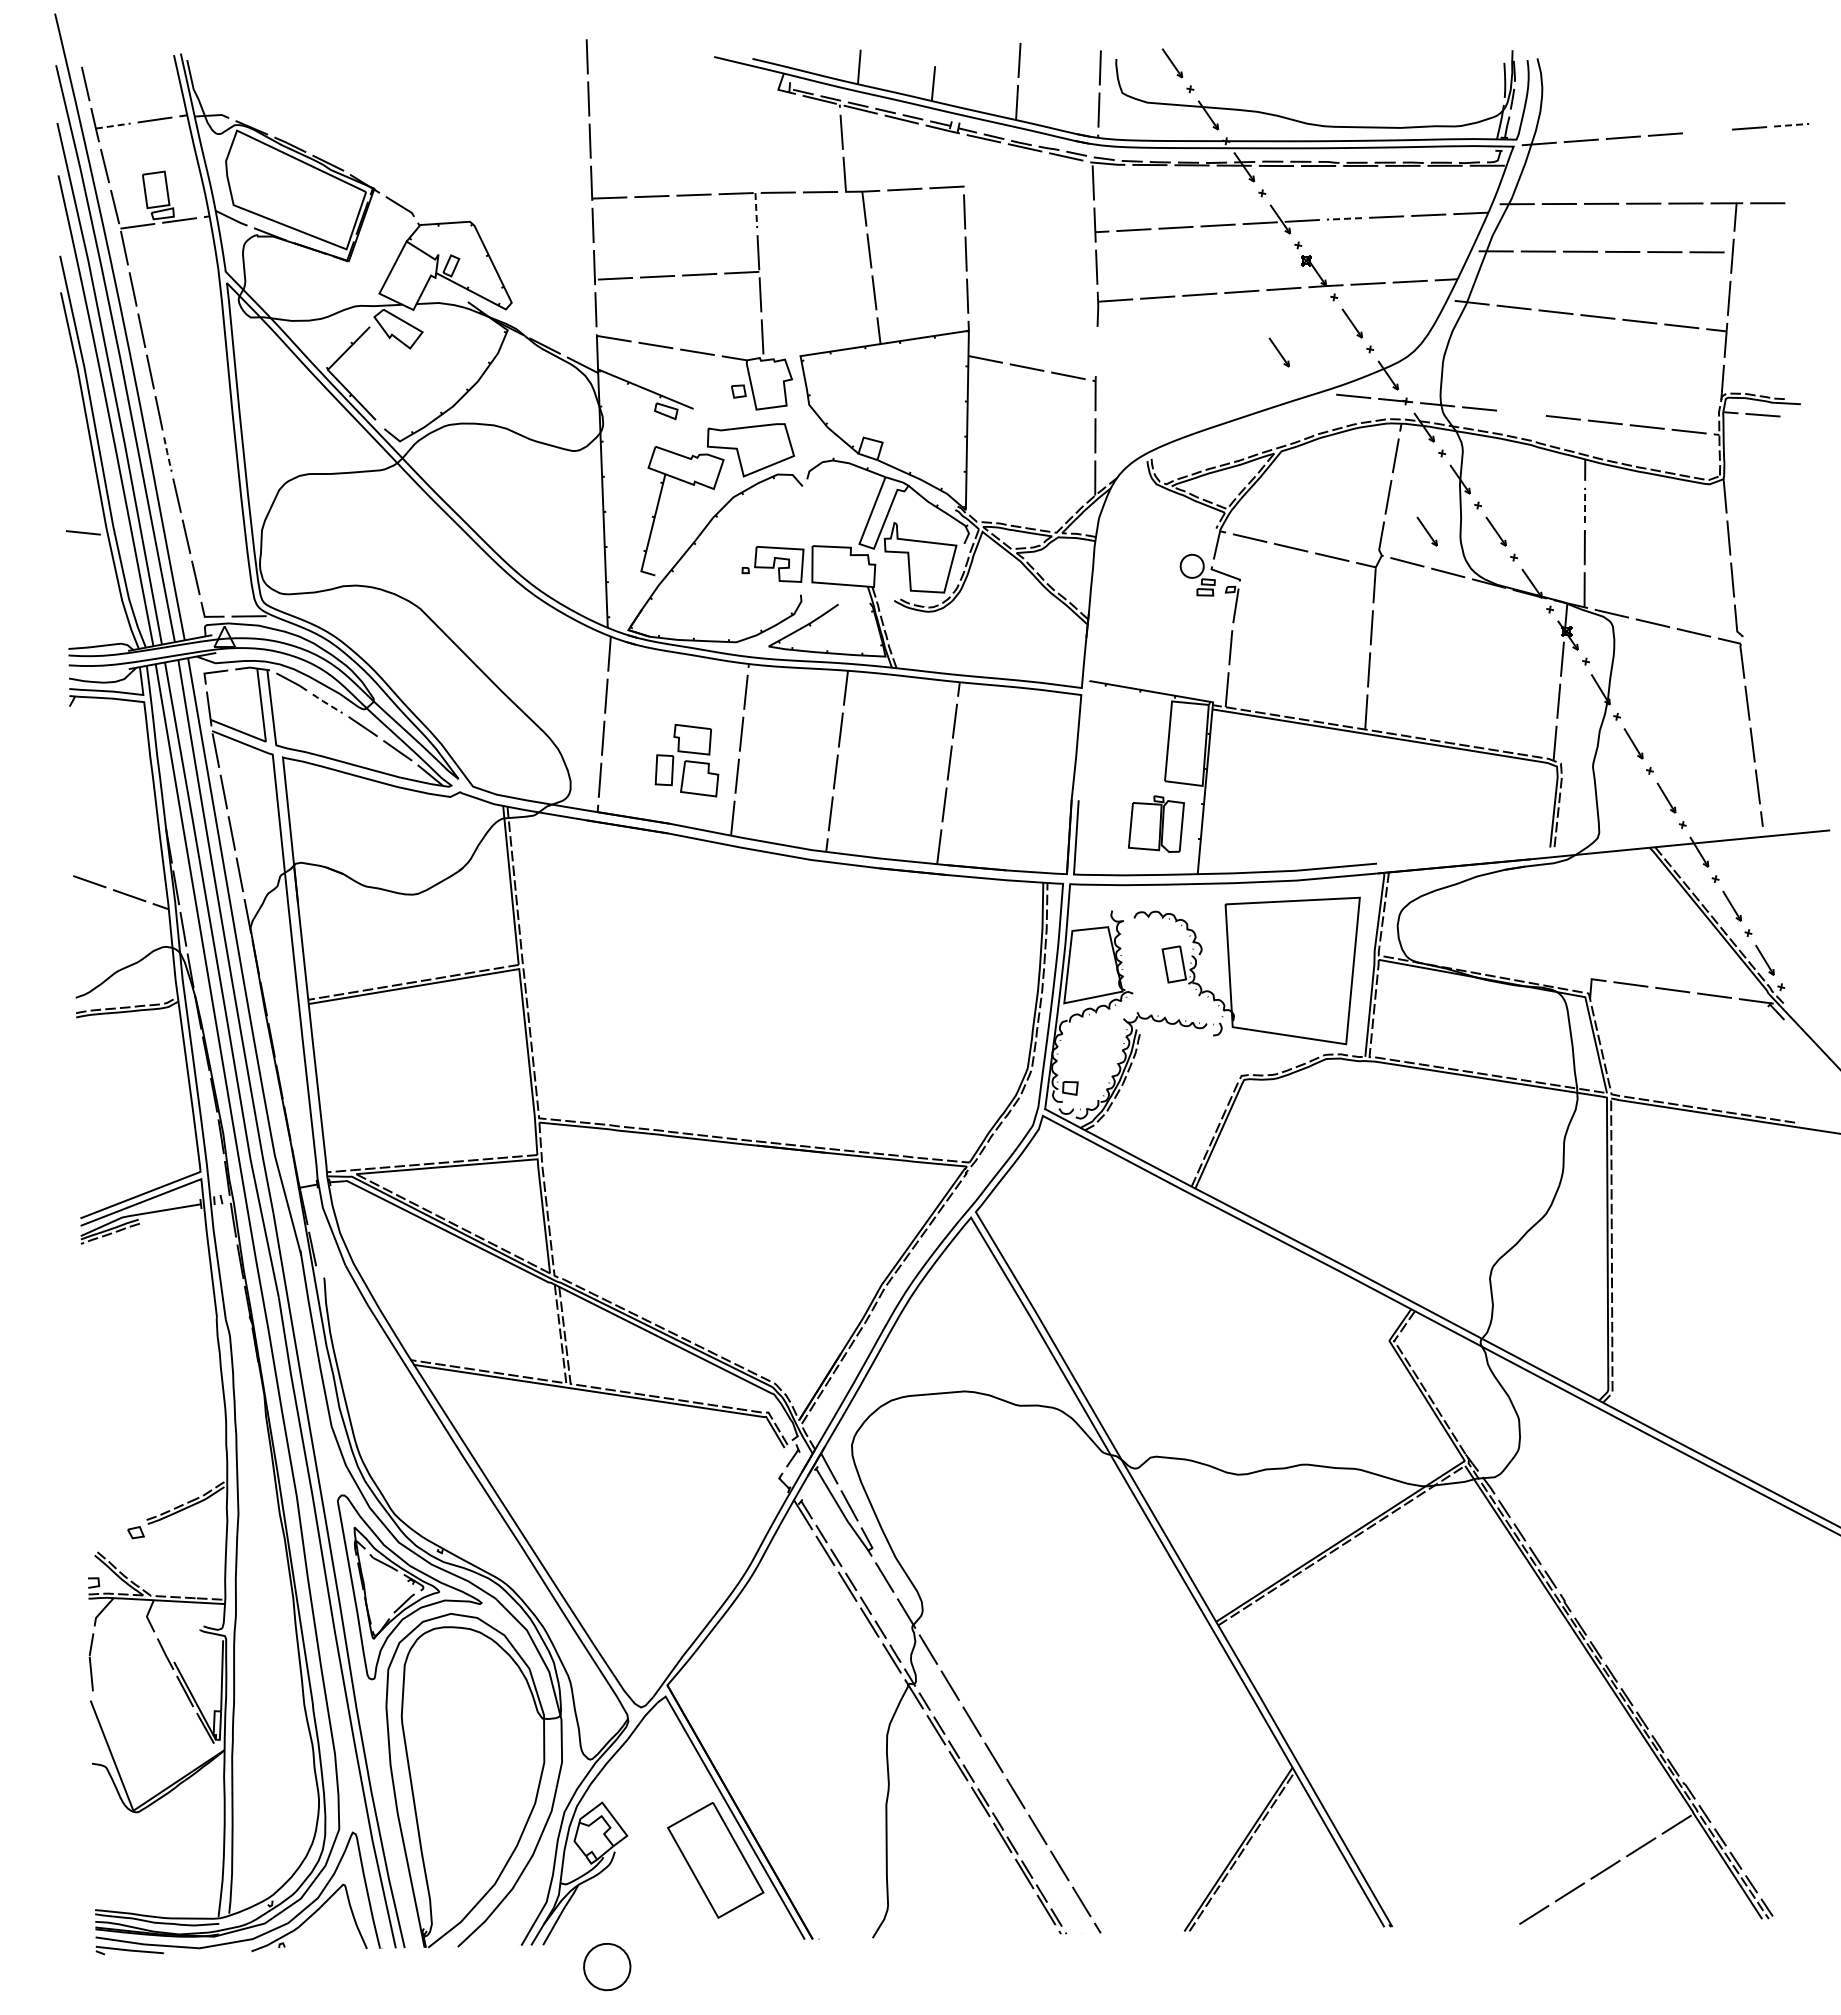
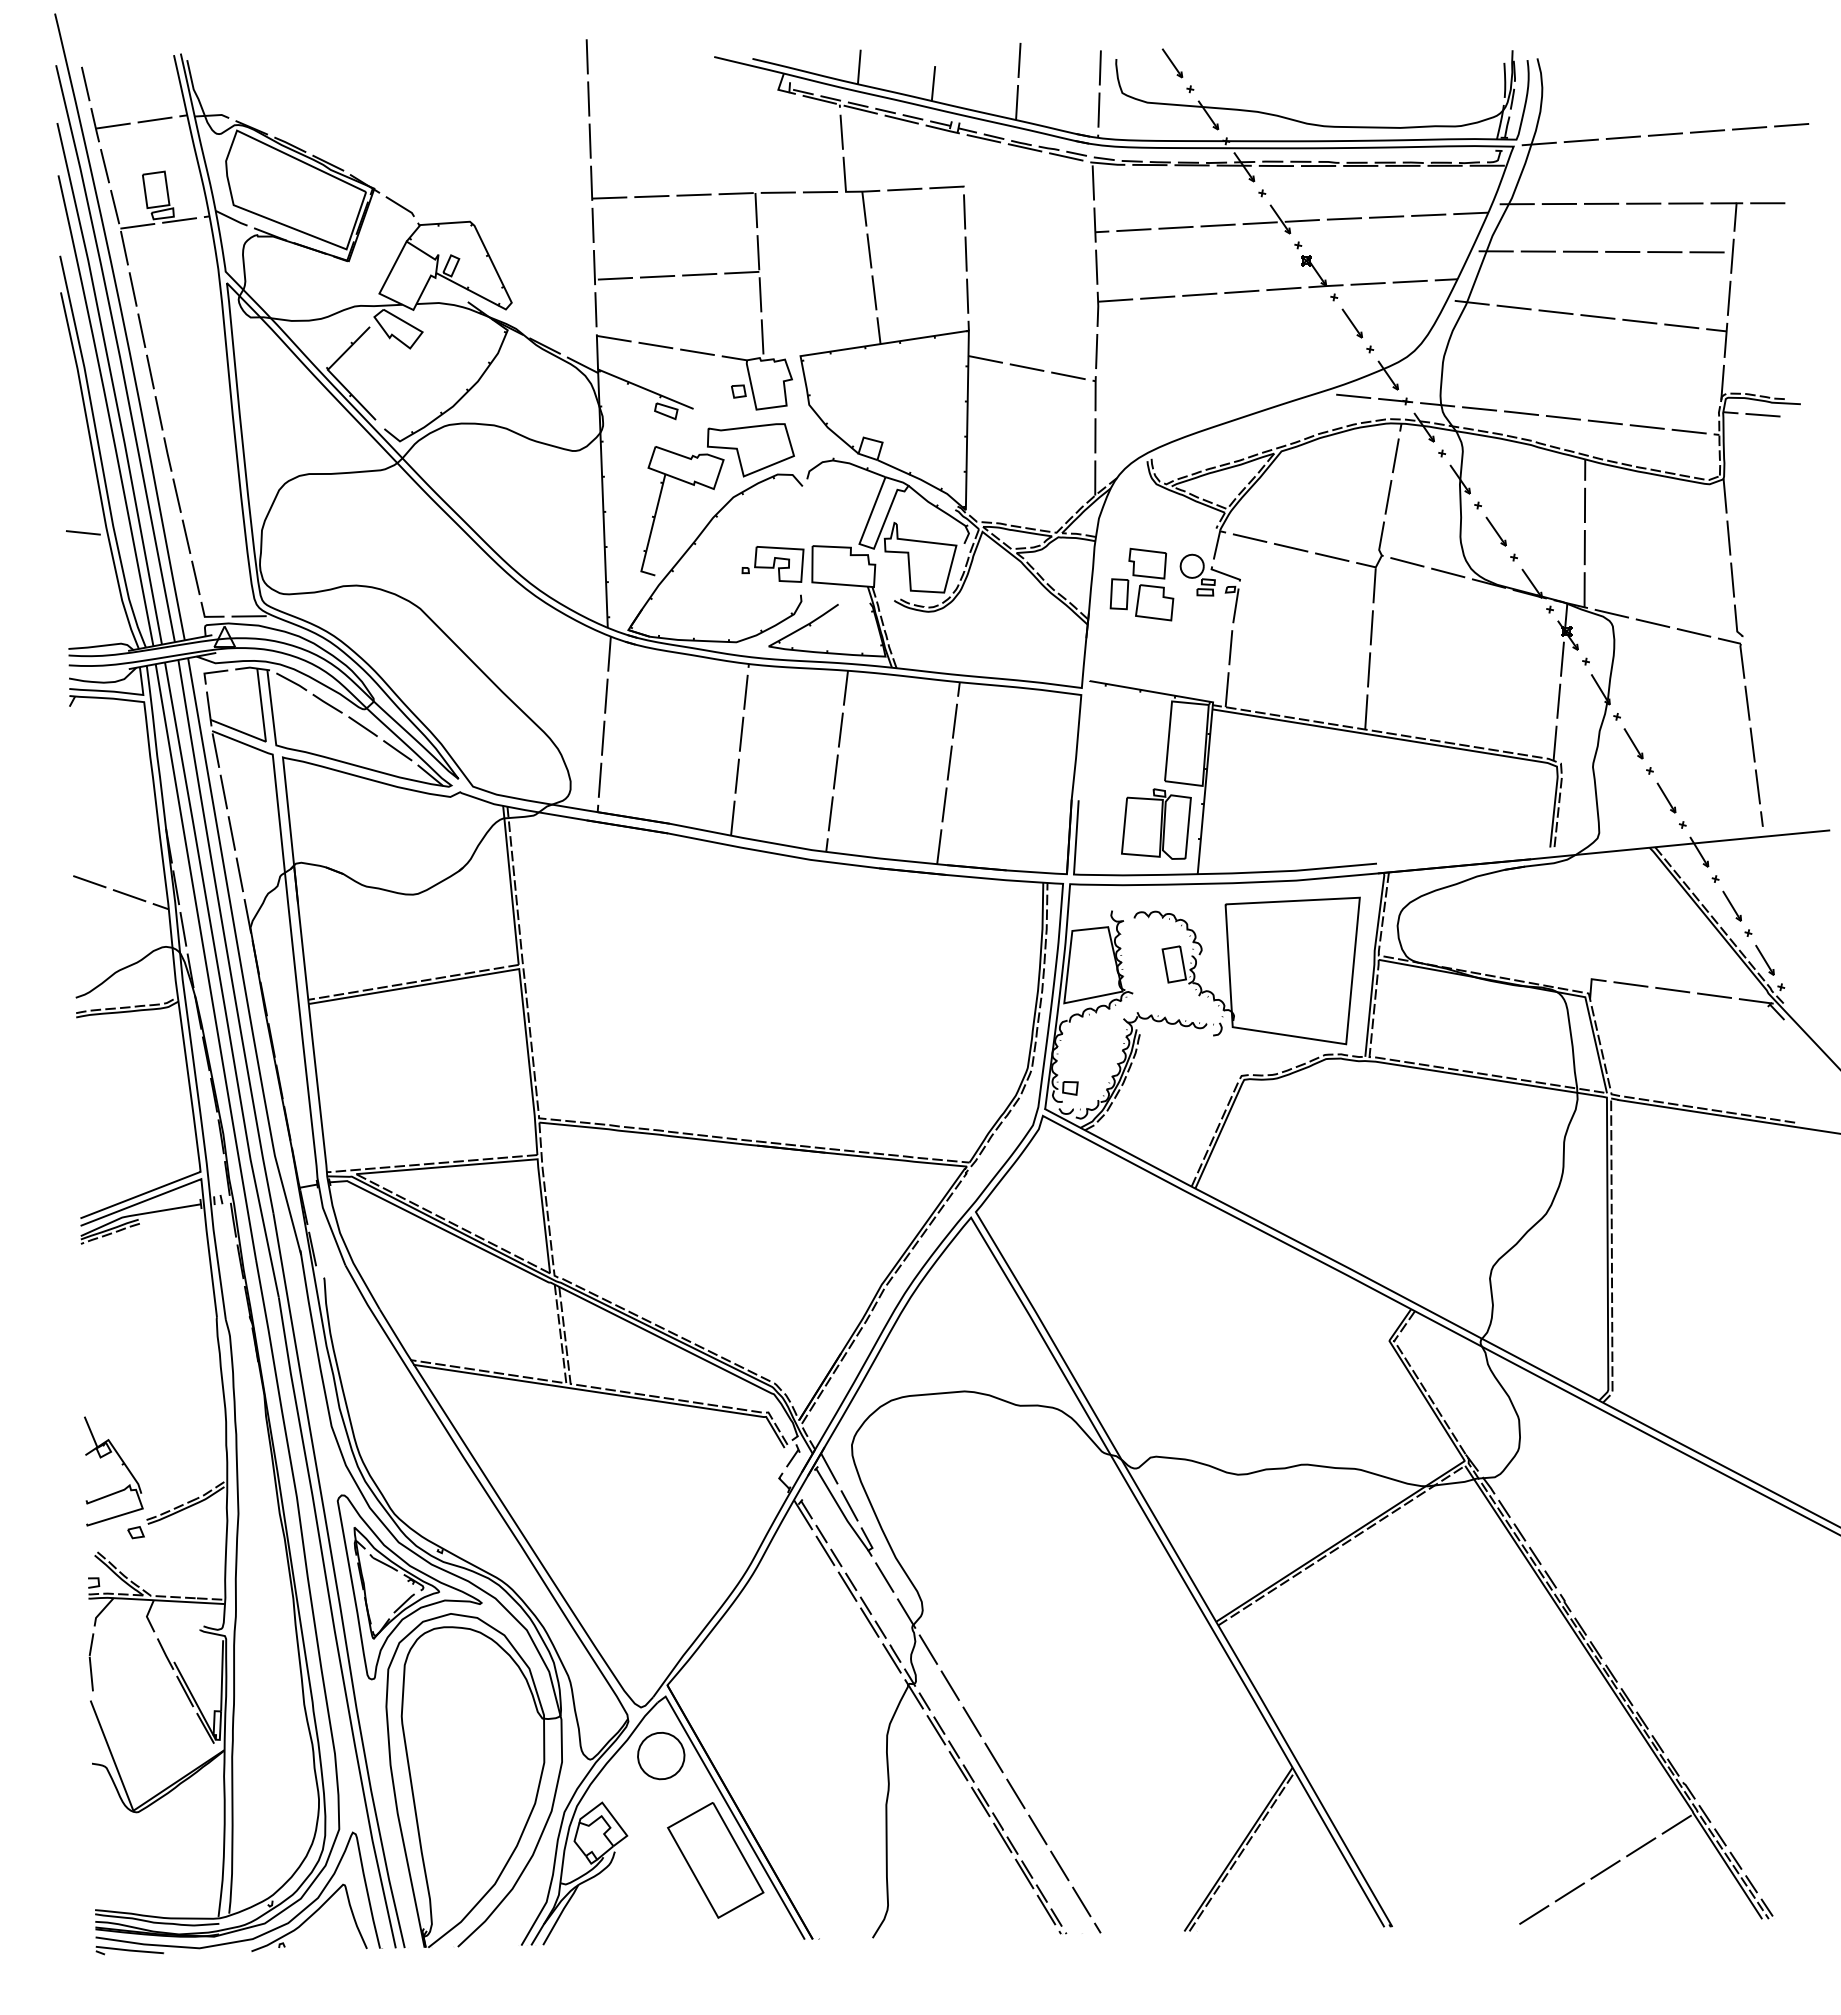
line at (1791, 125): dashed -> solid
line at (113, 126): dashed -> solid
line at (1707, 131): none -> present
line at (756, 210): dashed -> solid
line at (1344, 218): dashed -> solid
line at (1096, 351): none -> present
part at (1278, 352): present -> none
line at (1521, 412): none -> present
line at (167, 454): dashed -> solid
line at (1585, 505): dashed -> solid
part at (1426, 531): present -> none
line at (327, 703): dashed -> solid
part at (686, 760) position: (686, 760) -> (1141, 584)
part at (1156, 823) size: 57x58 px -> 71x72 px
part at (121, 1464): none -> present
part at (607, 1967) position: (607, 1967) -> (661, 1756)
